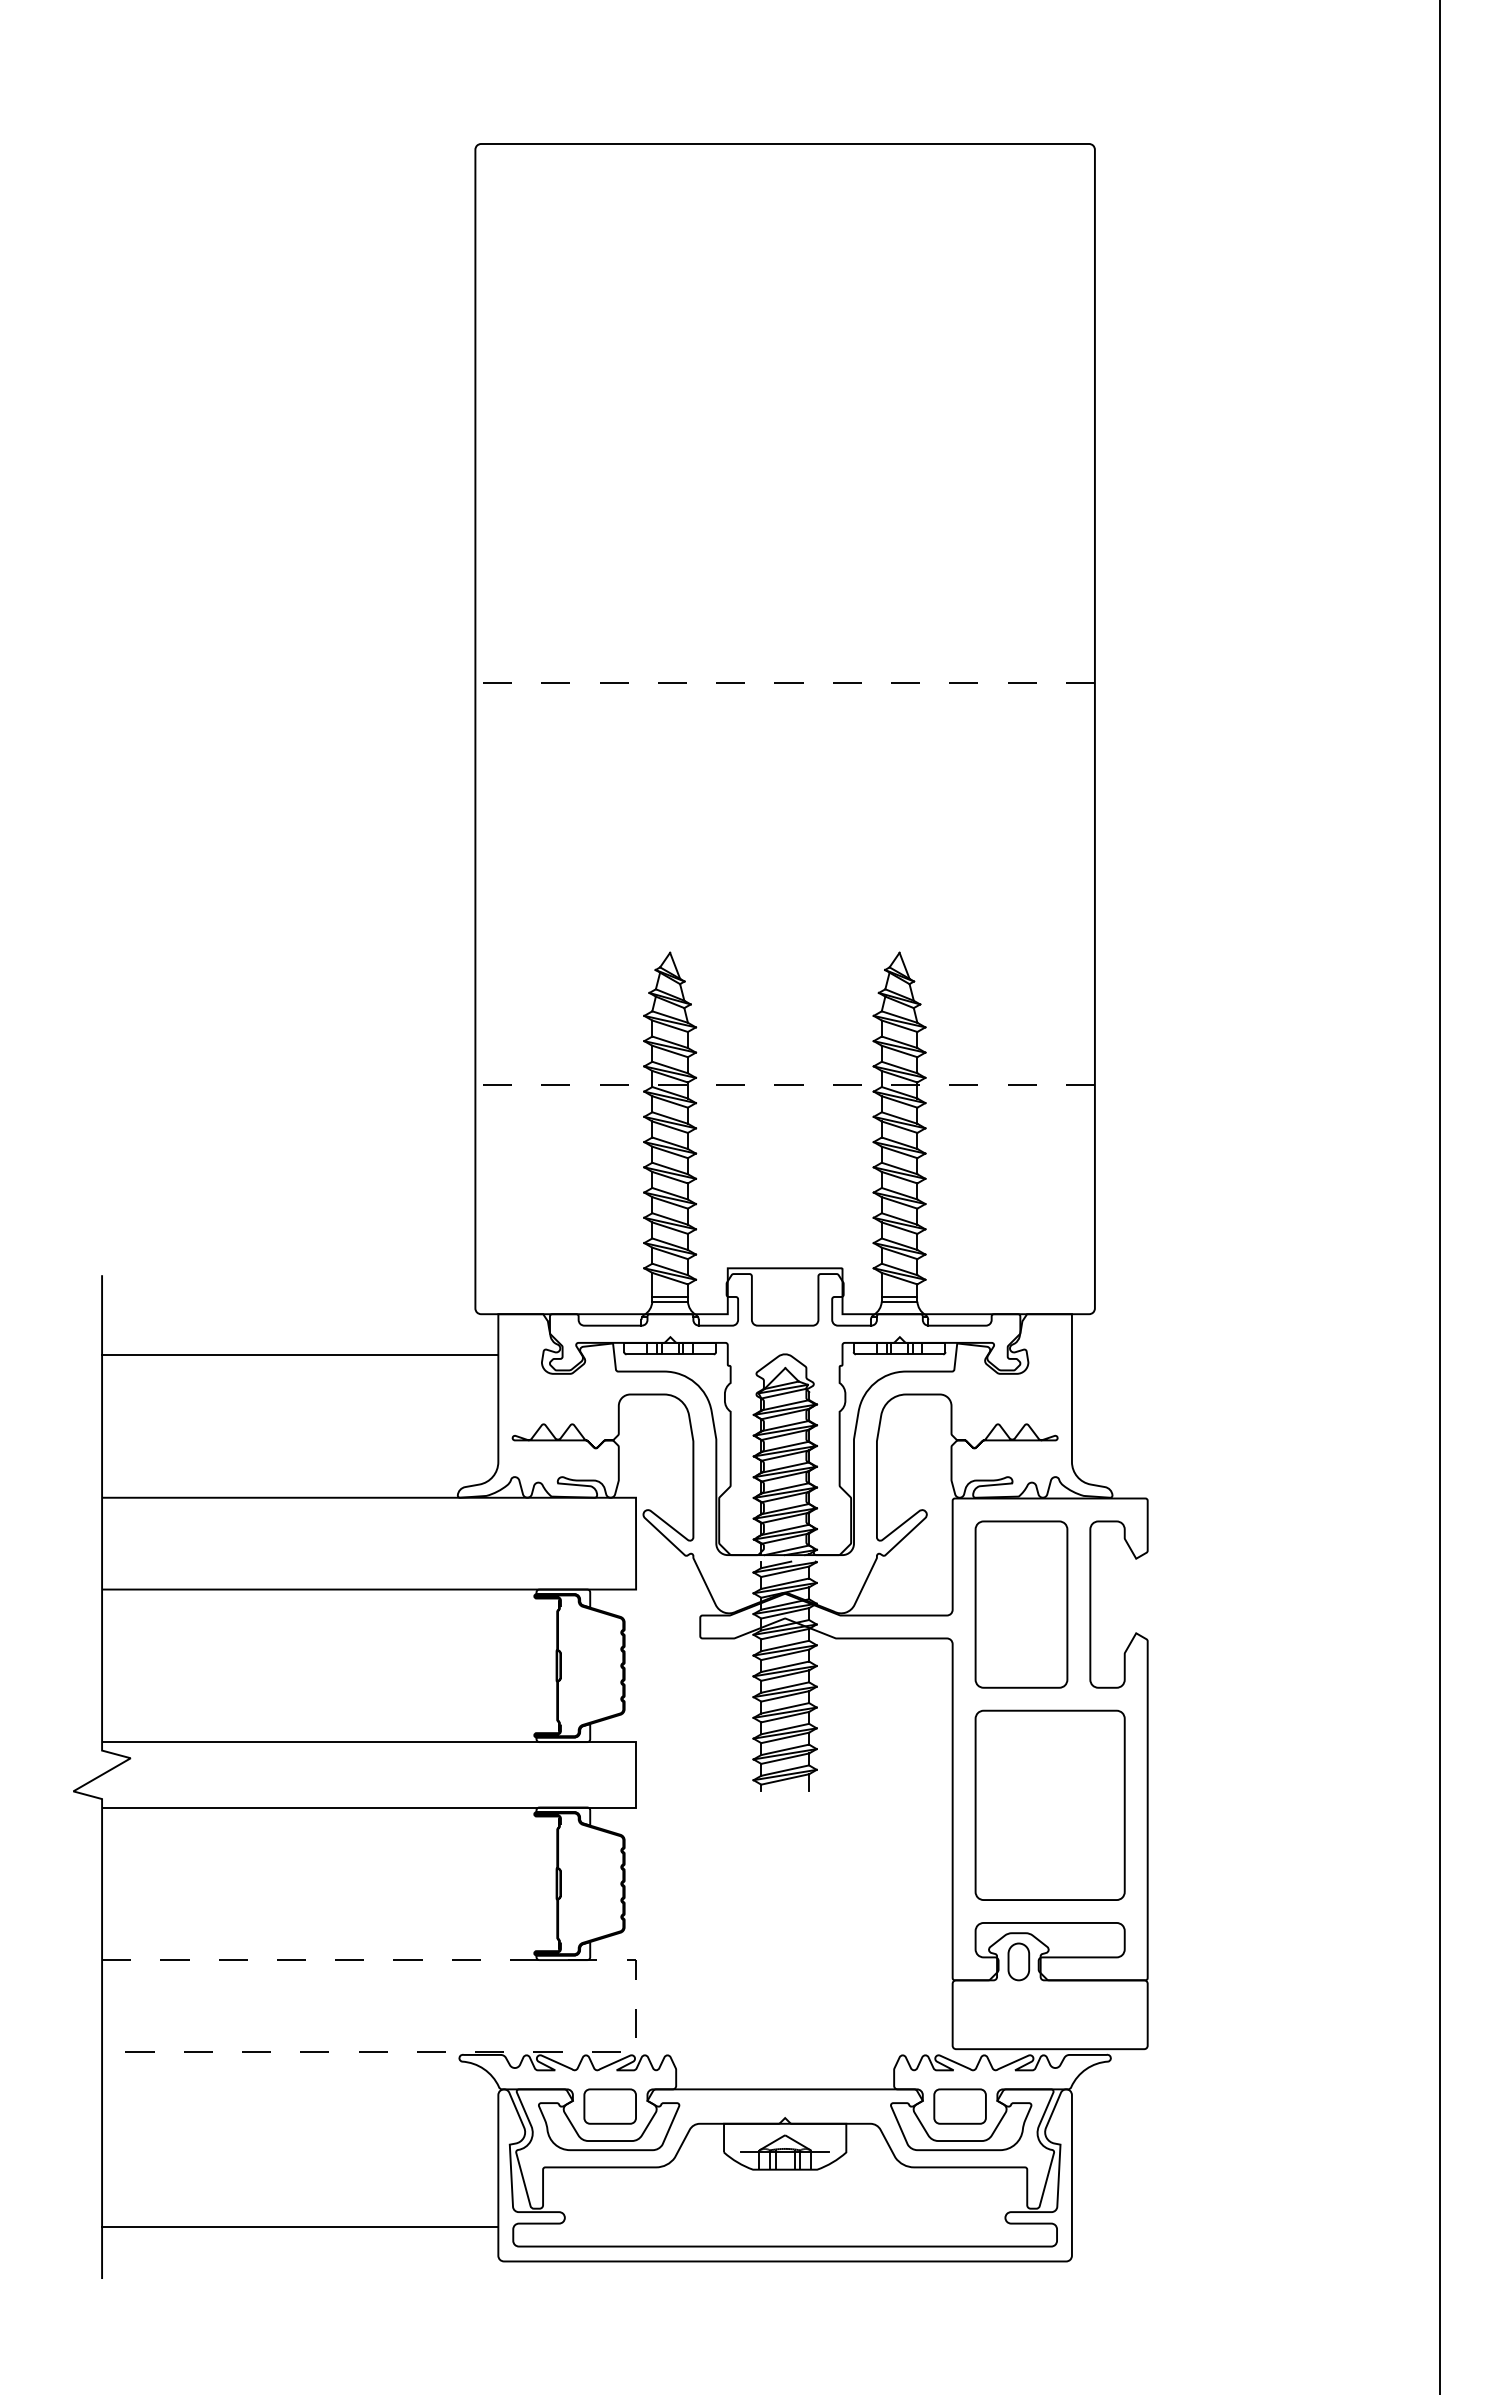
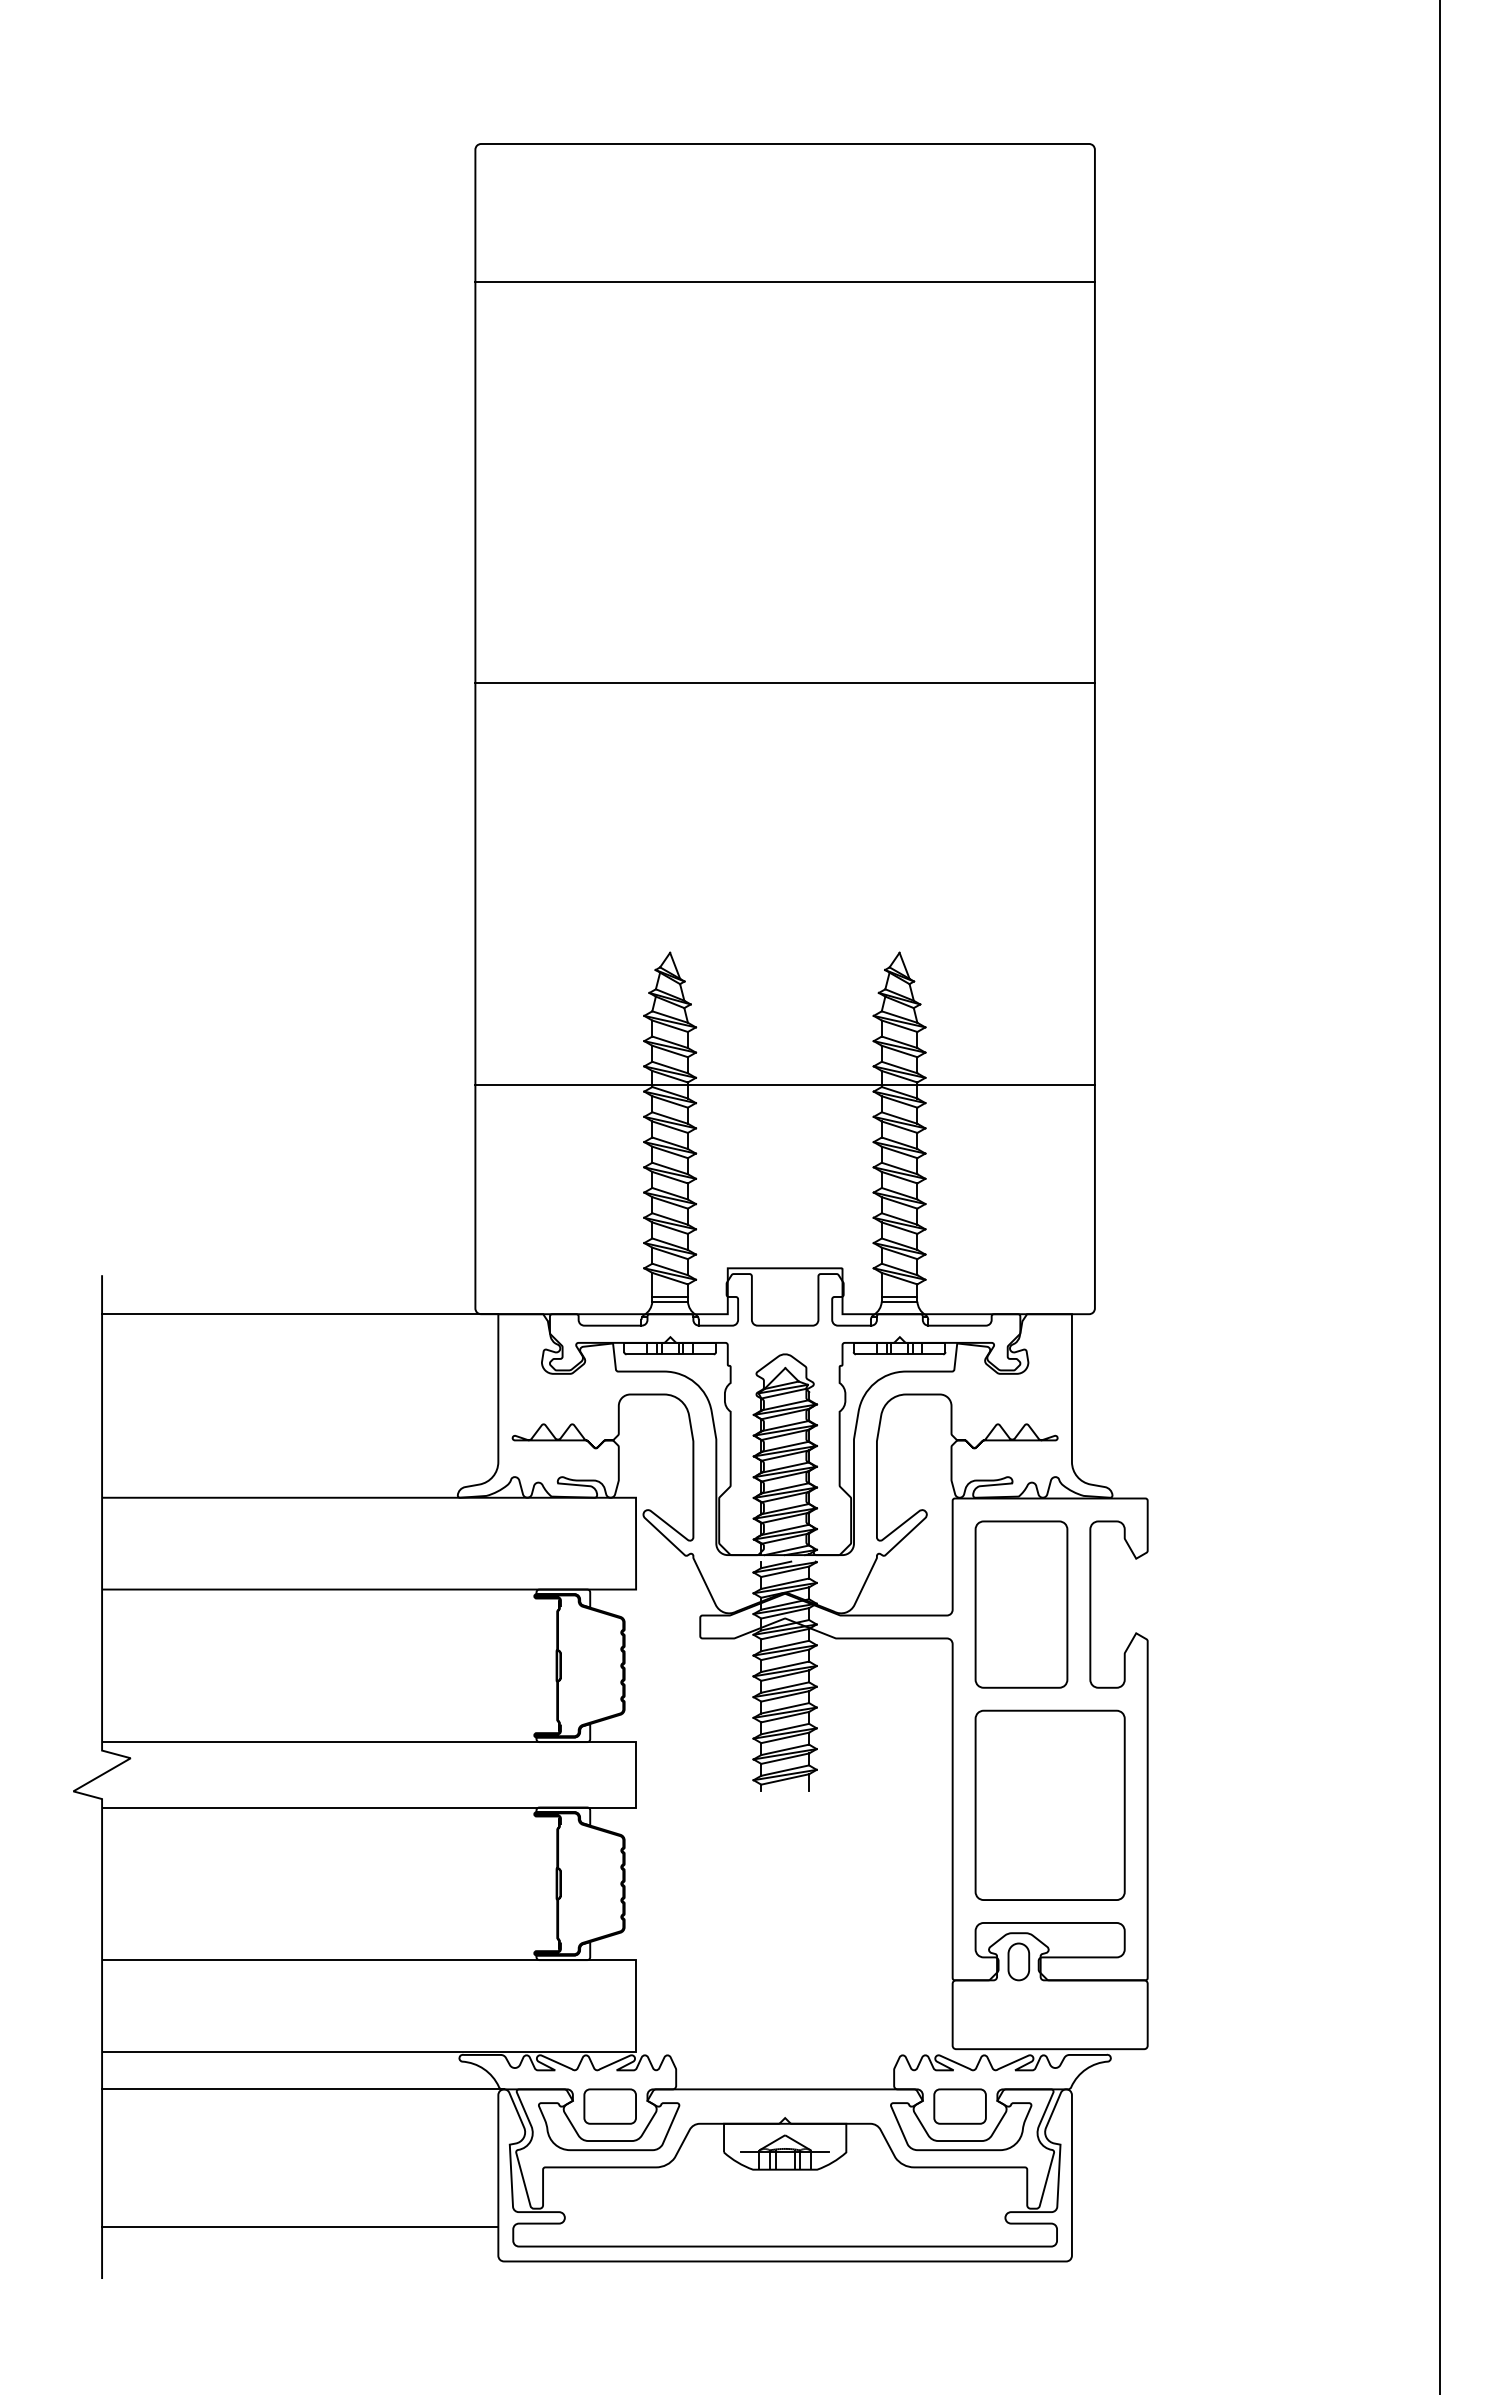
line at (784, 281): none -> present
line at (785, 683): dashed -> solid
line at (785, 1084): dashed -> solid
line at (300, 1355) position: (300, 1355) -> (300, 1314)
line at (636, 2005): dashed -> solid
line at (303, 2089): none -> present
